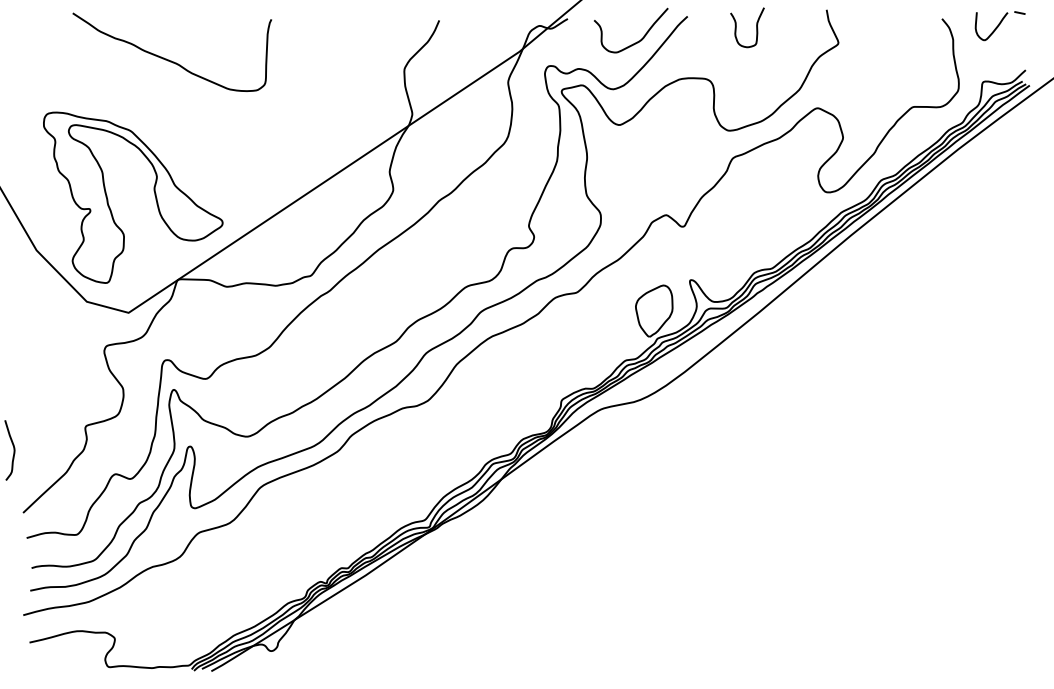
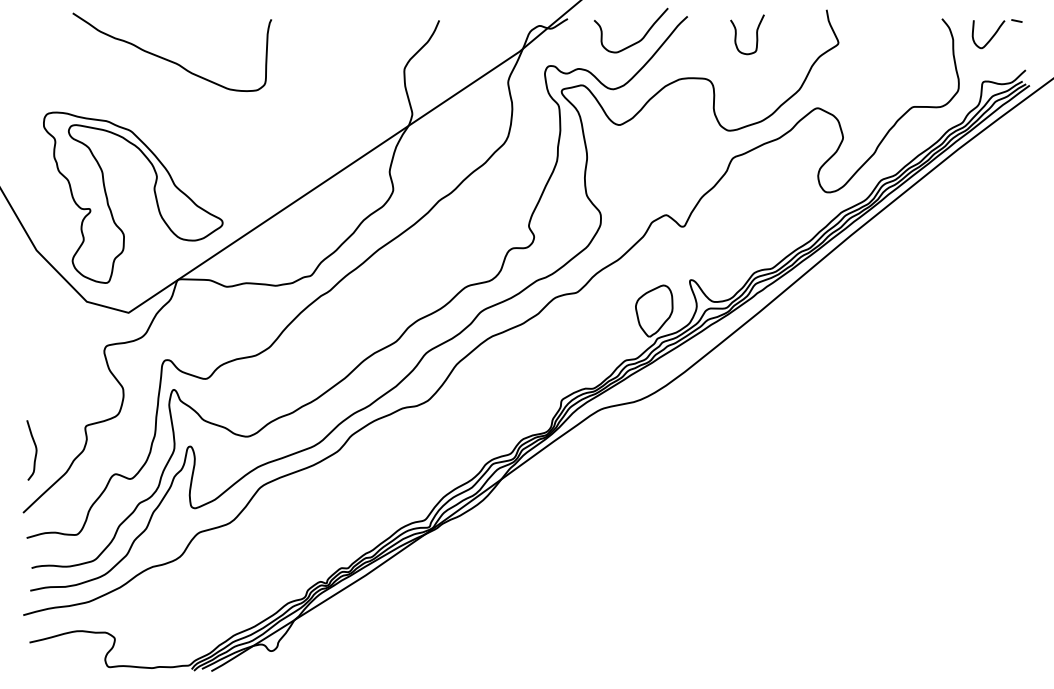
part at (999, 26) position: (999, 26) -> (996, 34)
curve at (756, 27) position: (756, 27) -> (756, 34)
curve at (13, 450) position: (13, 450) -> (35, 450)
